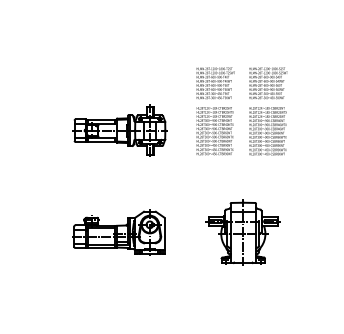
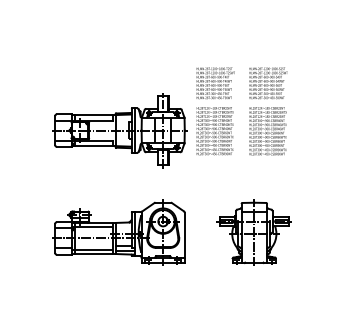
part at (119, 130) size: 96x53 px -> 136x76 px
part at (118, 232) size: 94x47 px -> 134x67 px
part at (242, 232) position: (242, 232) -> (253, 232)
